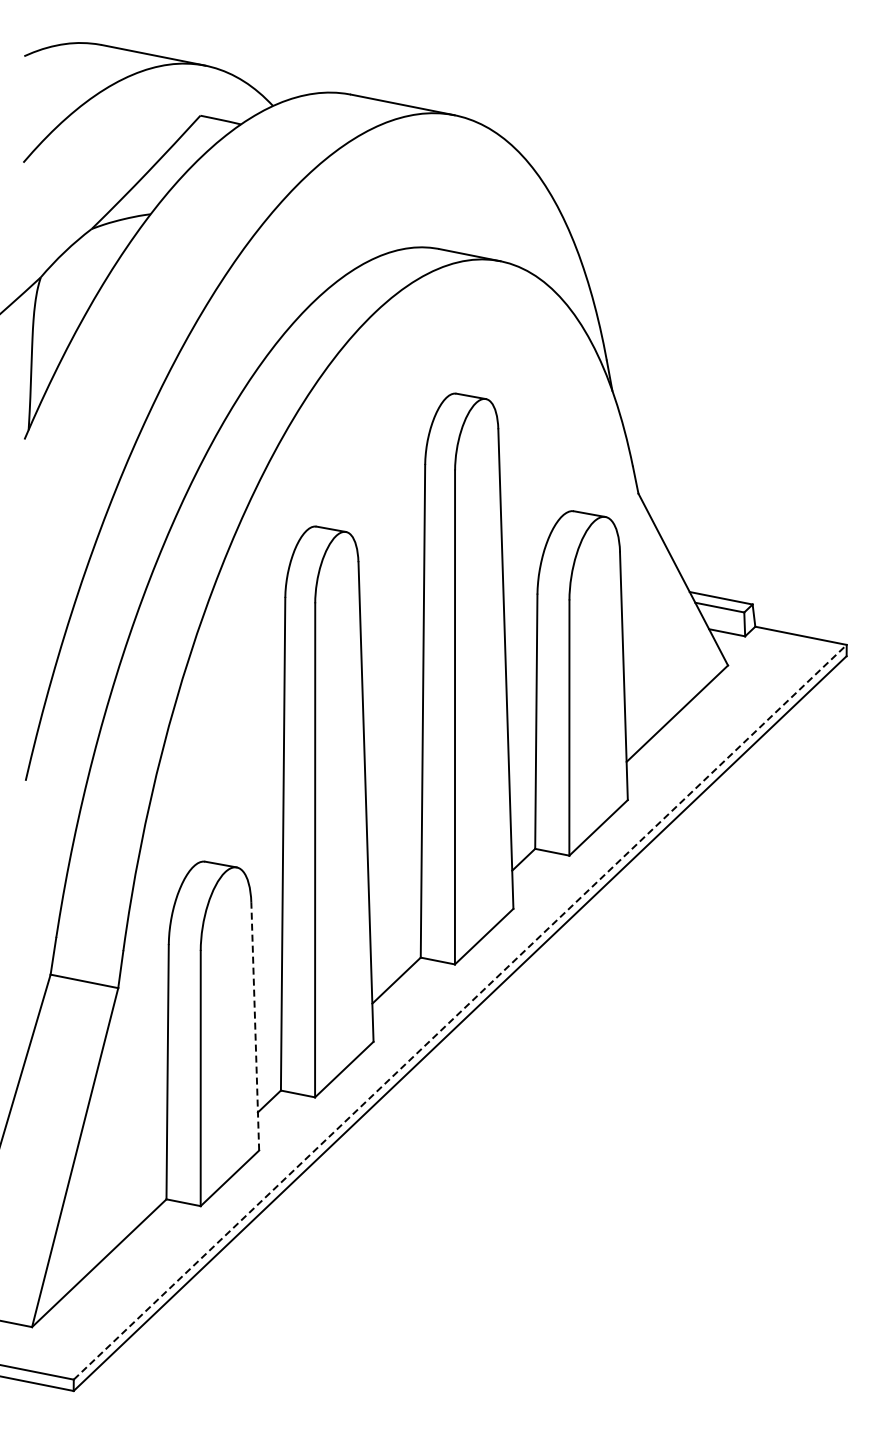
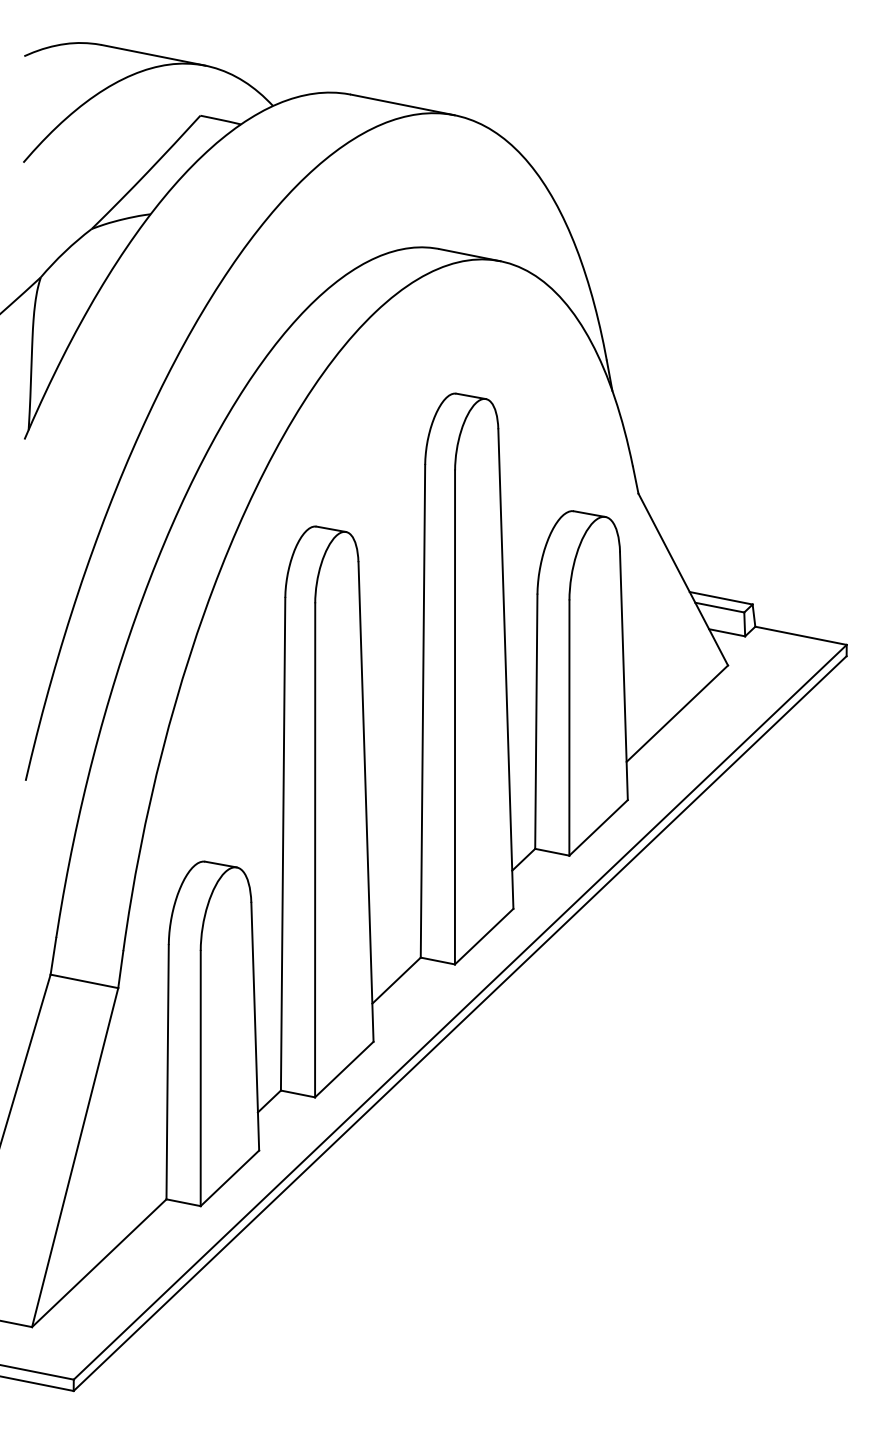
line at (460, 1011): dashed -> solid
line at (255, 1026): dashed -> solid
